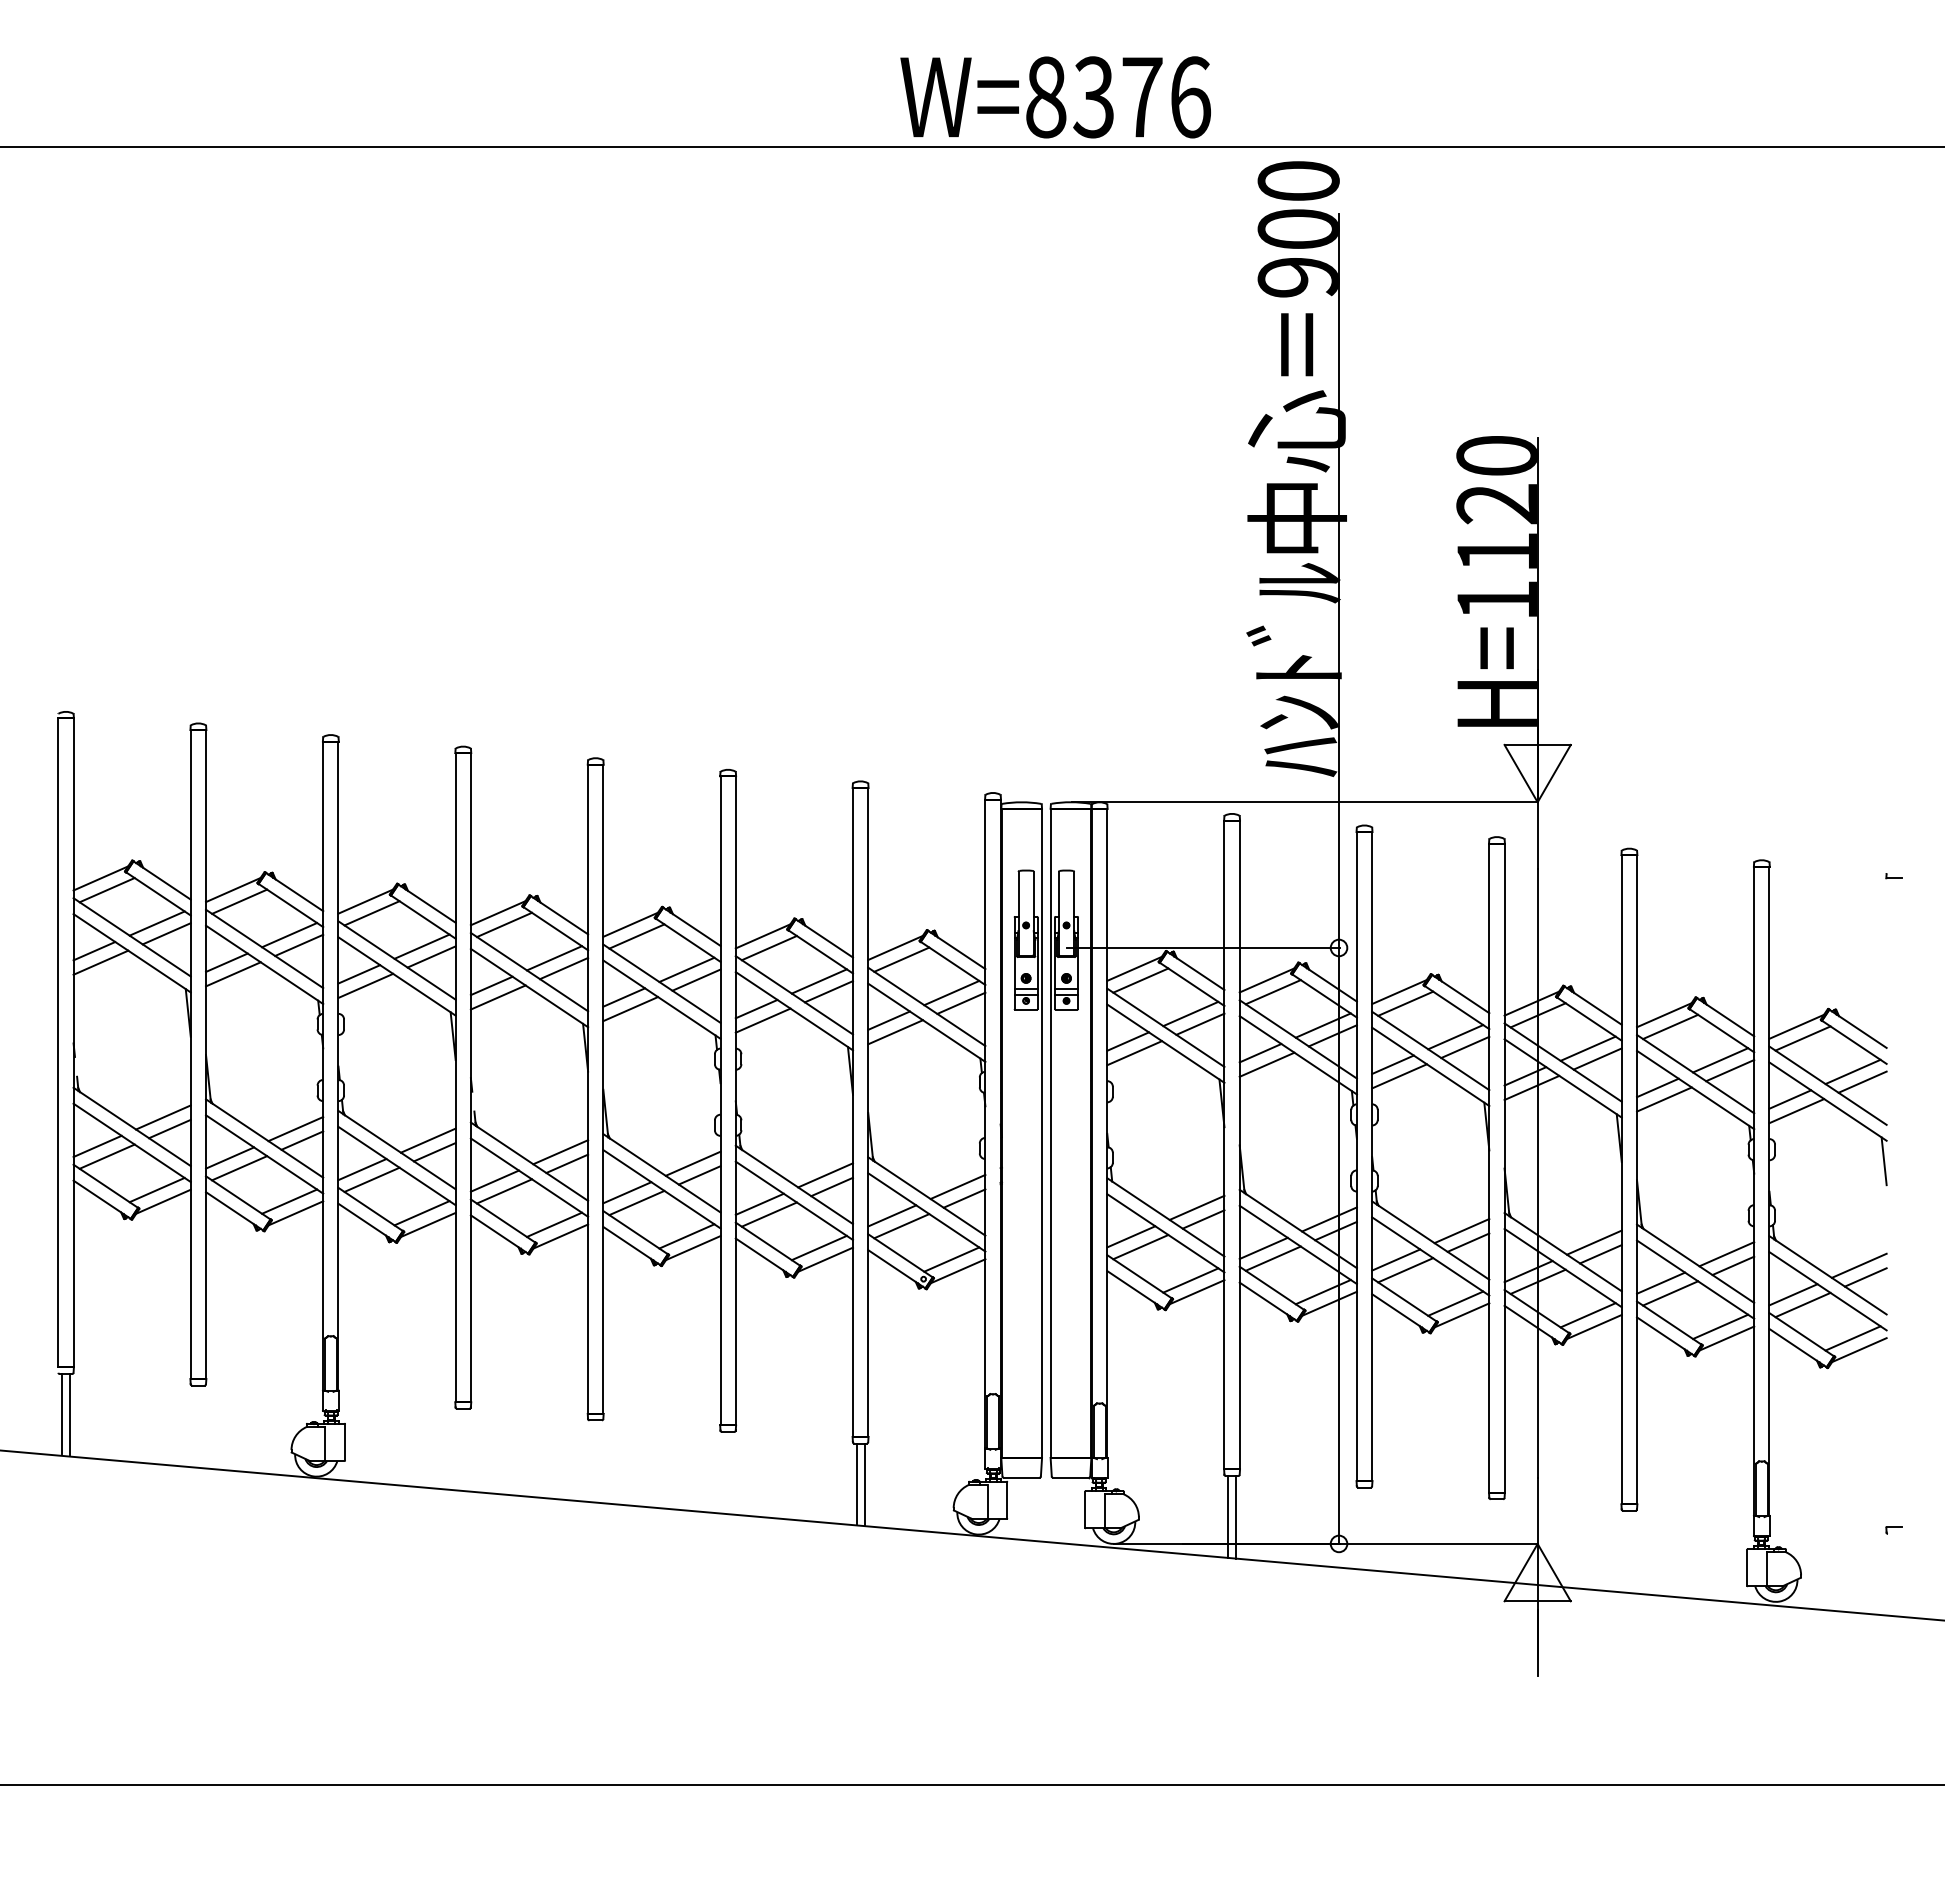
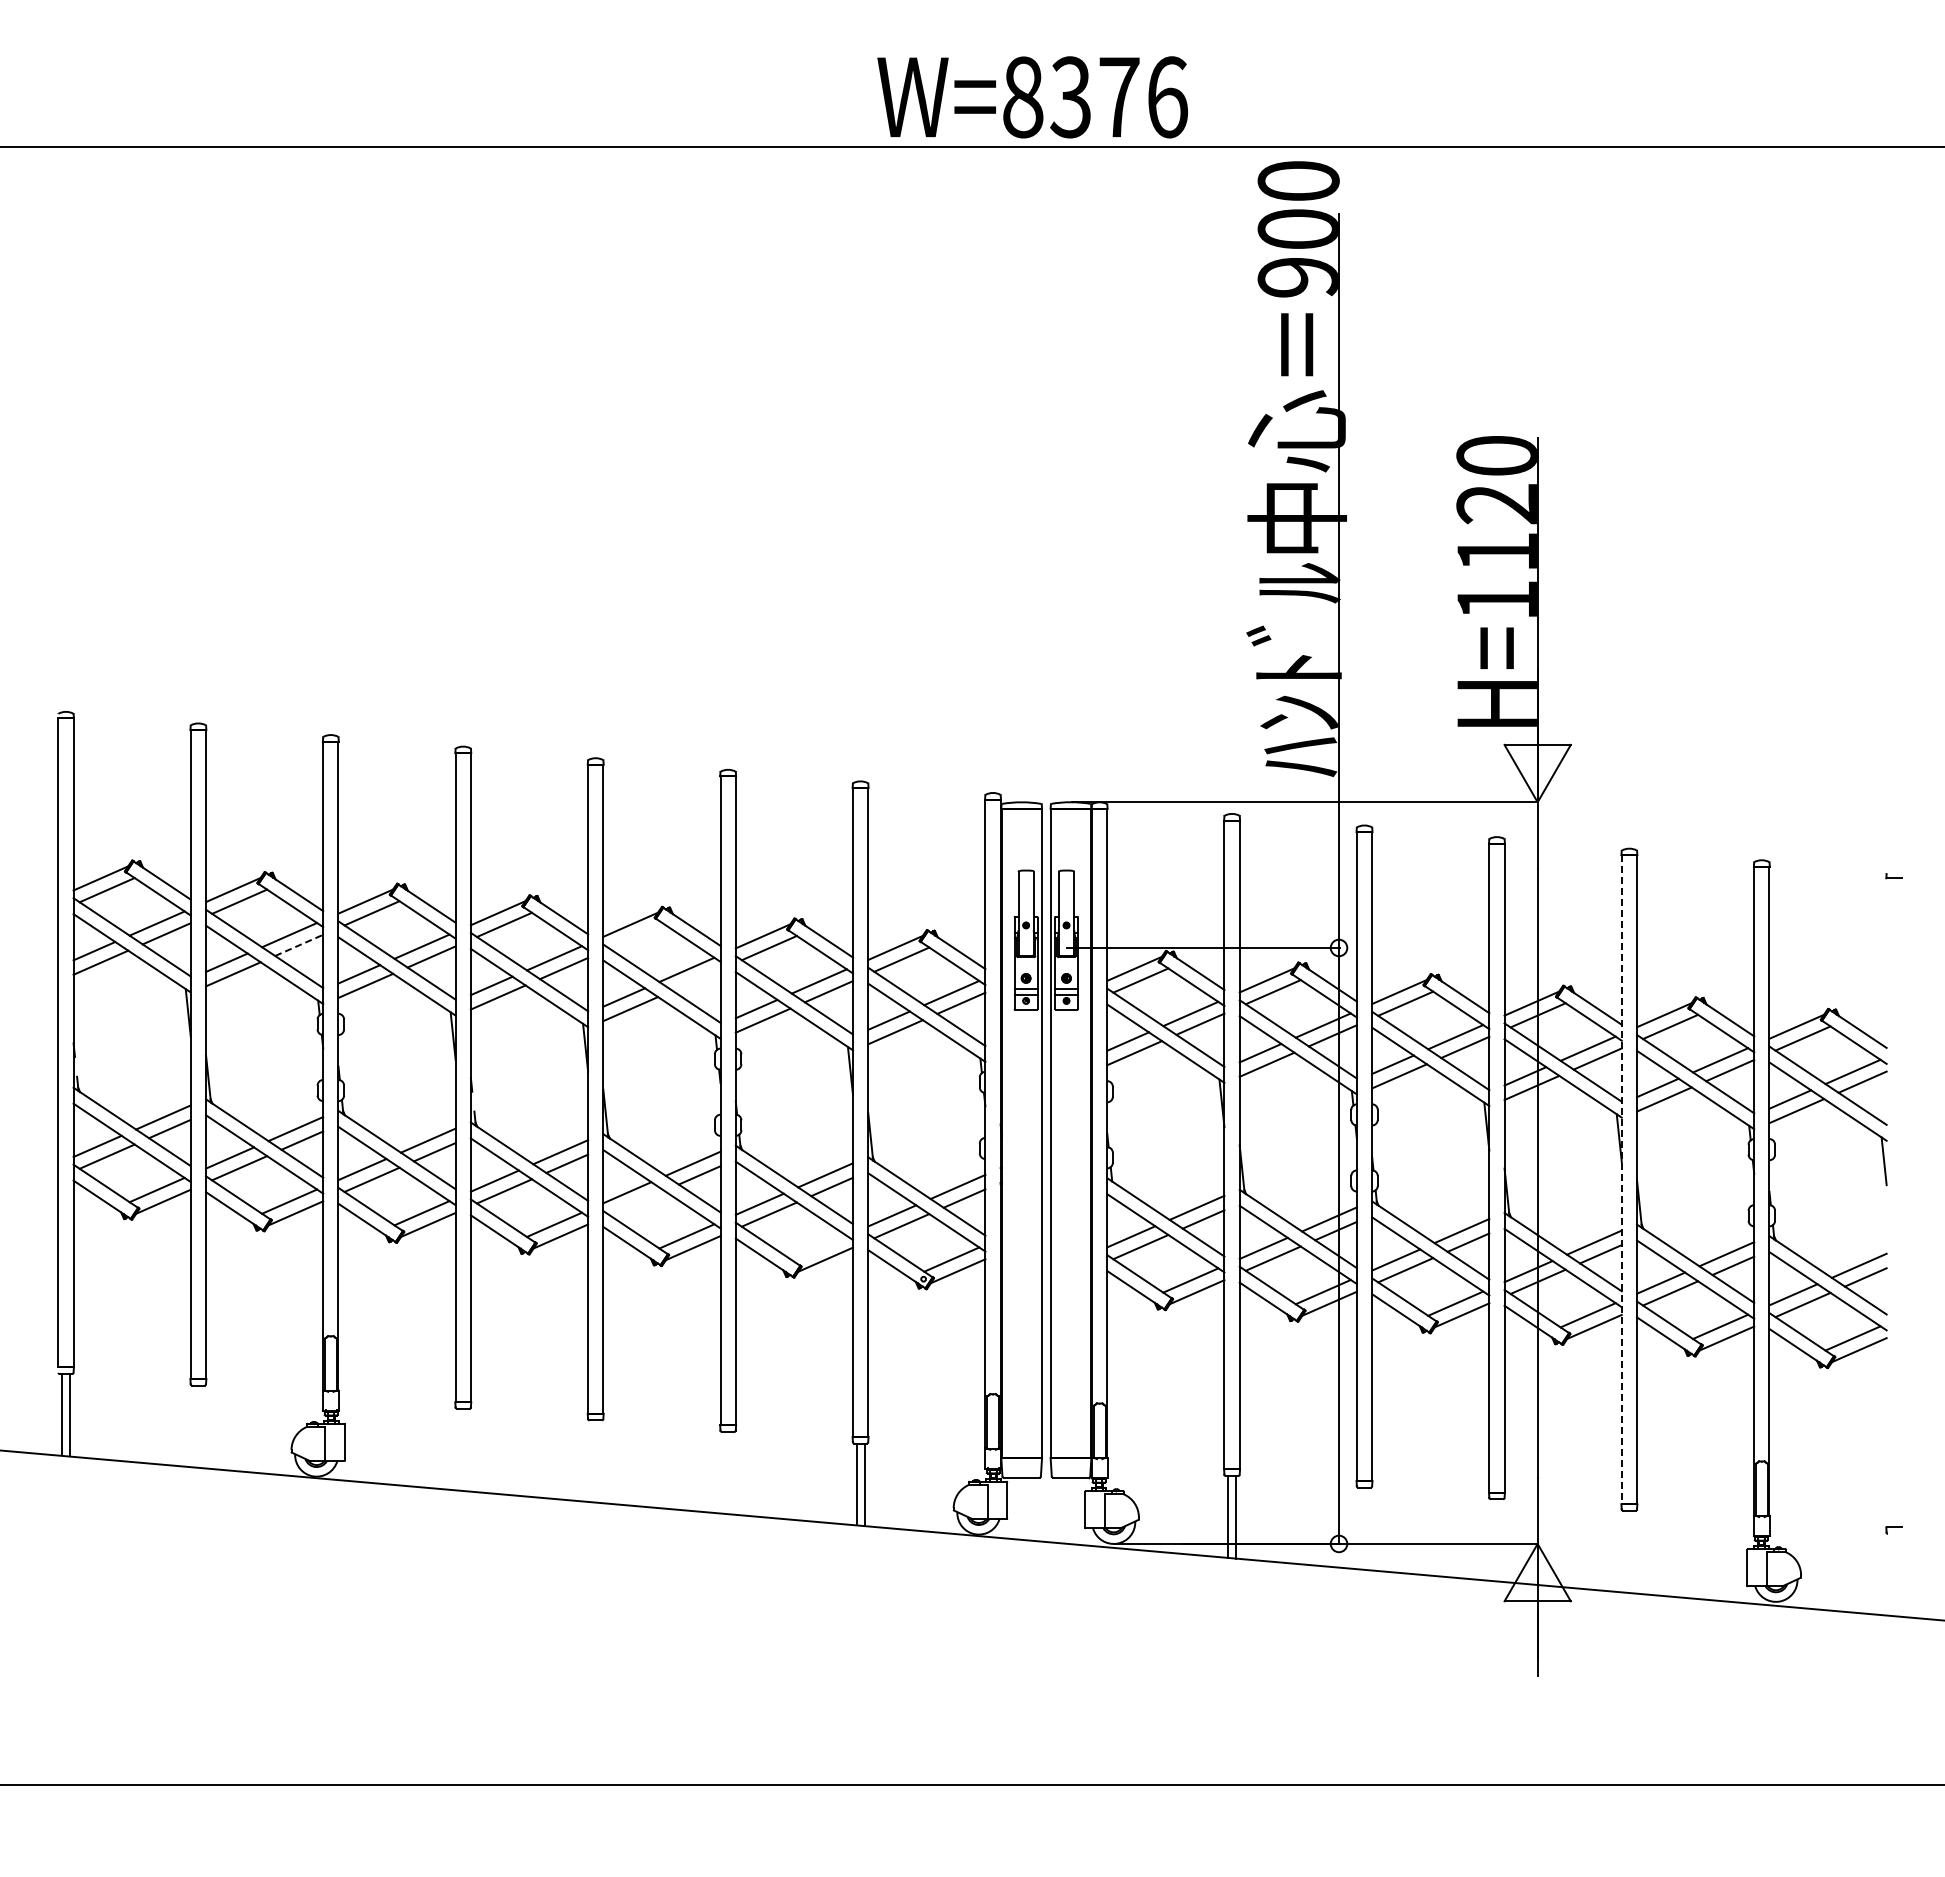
text at (1055, 97) position: (1055, 97) -> (1032, 97)
line at (636, 936): present -> none
line at (299, 945): solid -> dashed
line at (696, 979): present -> none
line at (1621, 1180): solid -> dashed
line at (636, 1202): present -> none
line at (818, 1247): present -> none
